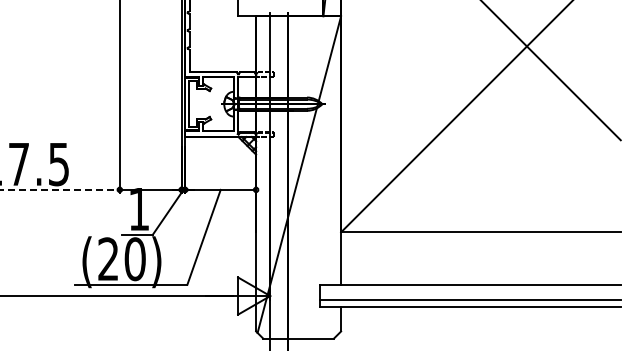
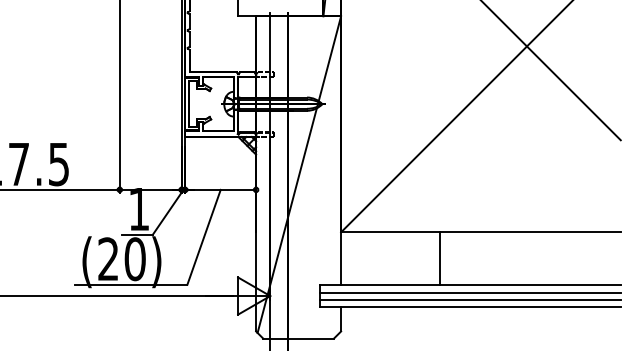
line at (60, 189): dashed -> solid
line at (440, 258): none -> present
line at (469, 292): none -> present
